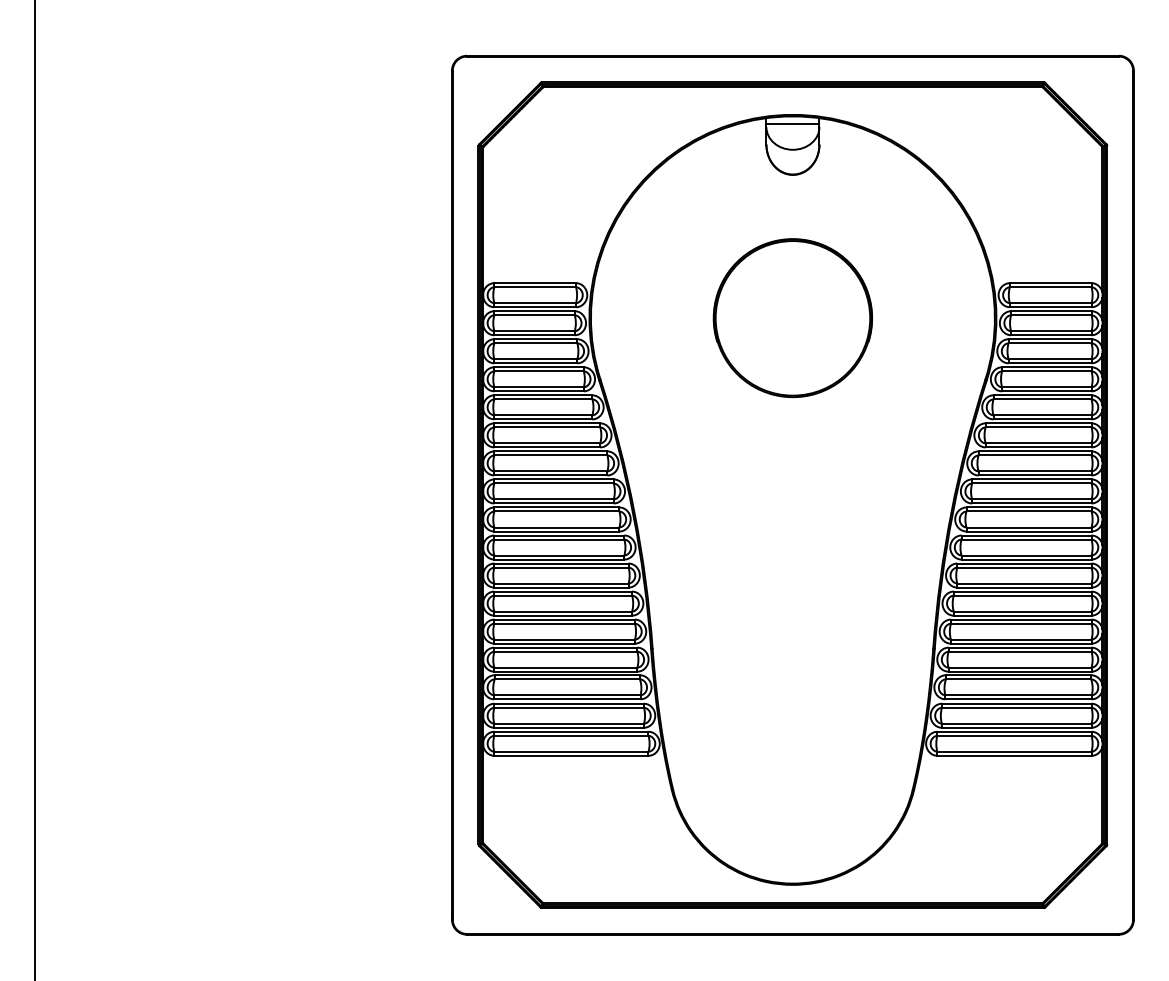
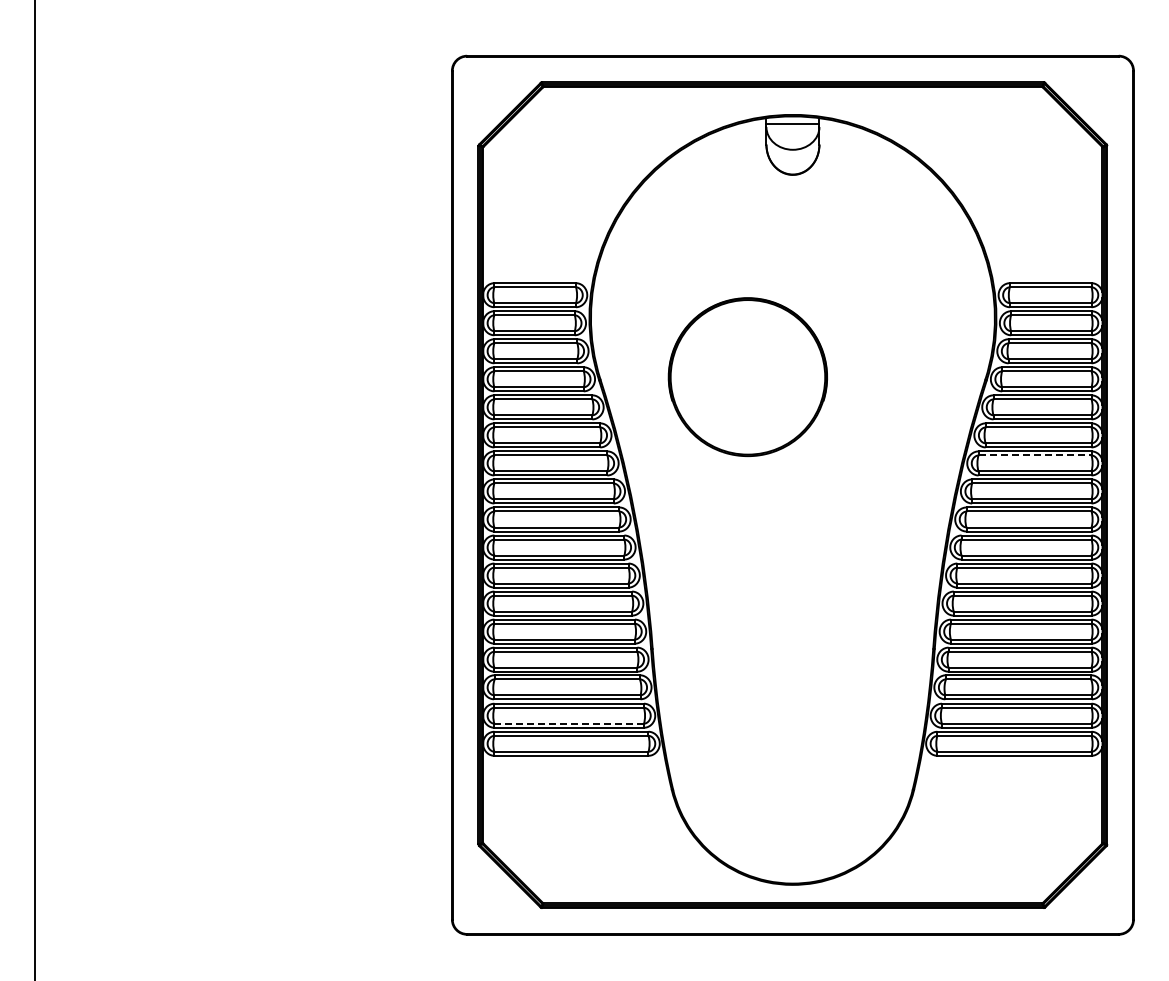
part at (792, 317) position: (792, 317) -> (747, 376)
line at (1035, 455): solid -> dashed
line at (569, 723): solid -> dashed
